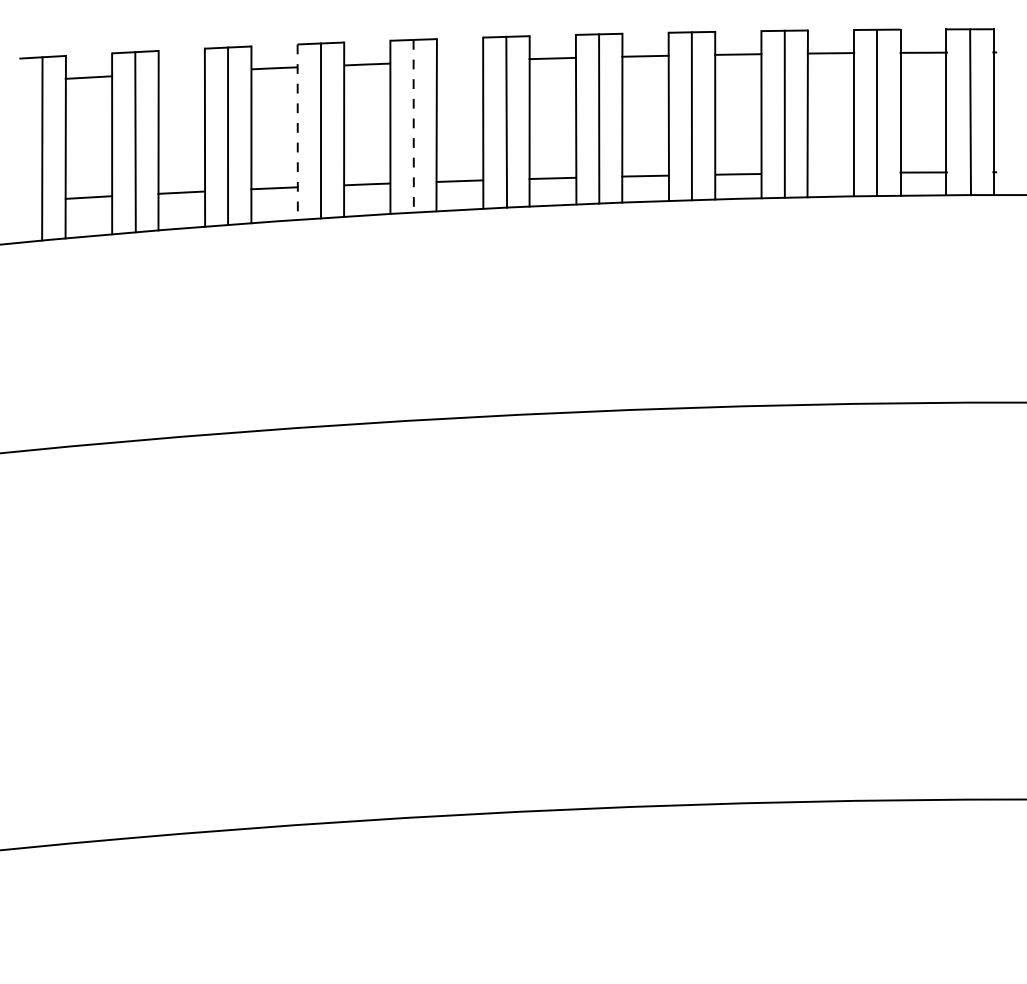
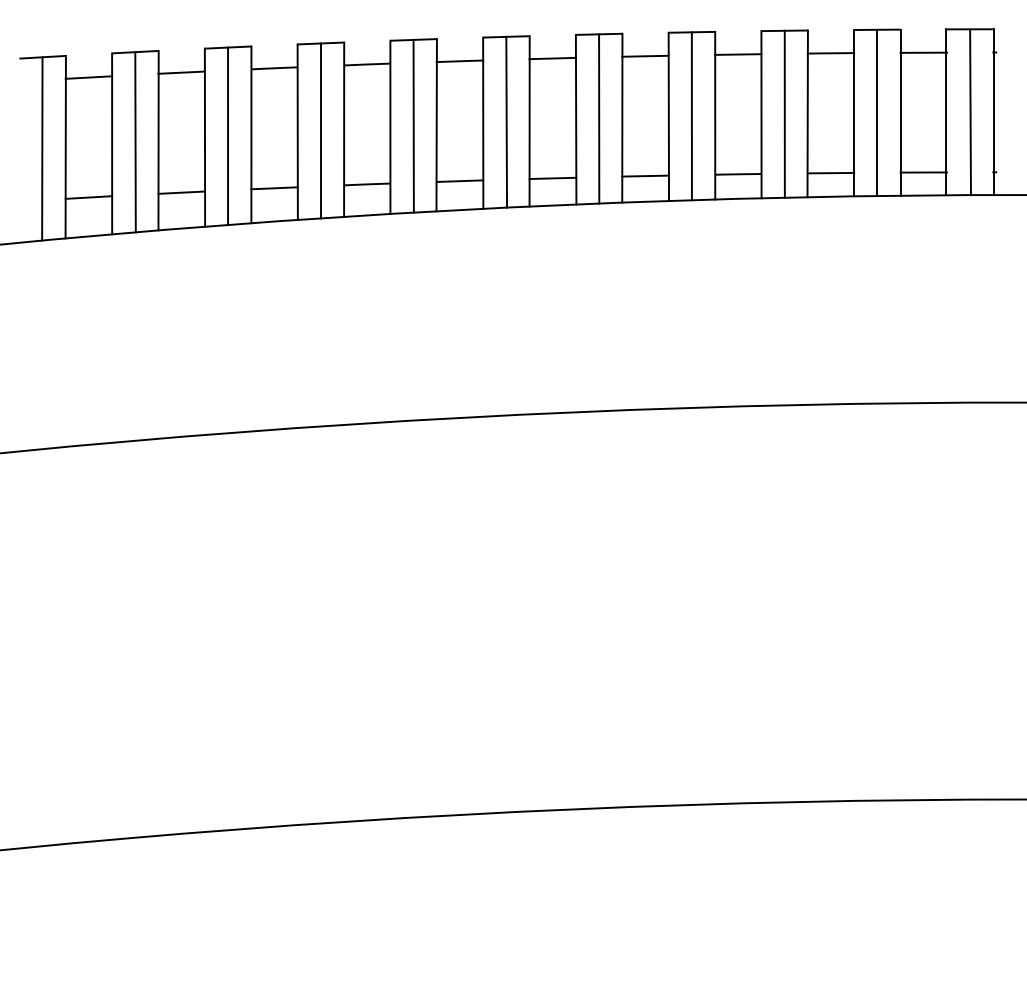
line at (459, 61): none -> present
line at (181, 72): none -> present
line at (413, 126): dashed -> solid
line at (297, 132): dashed -> solid
line at (830, 172): none -> present
